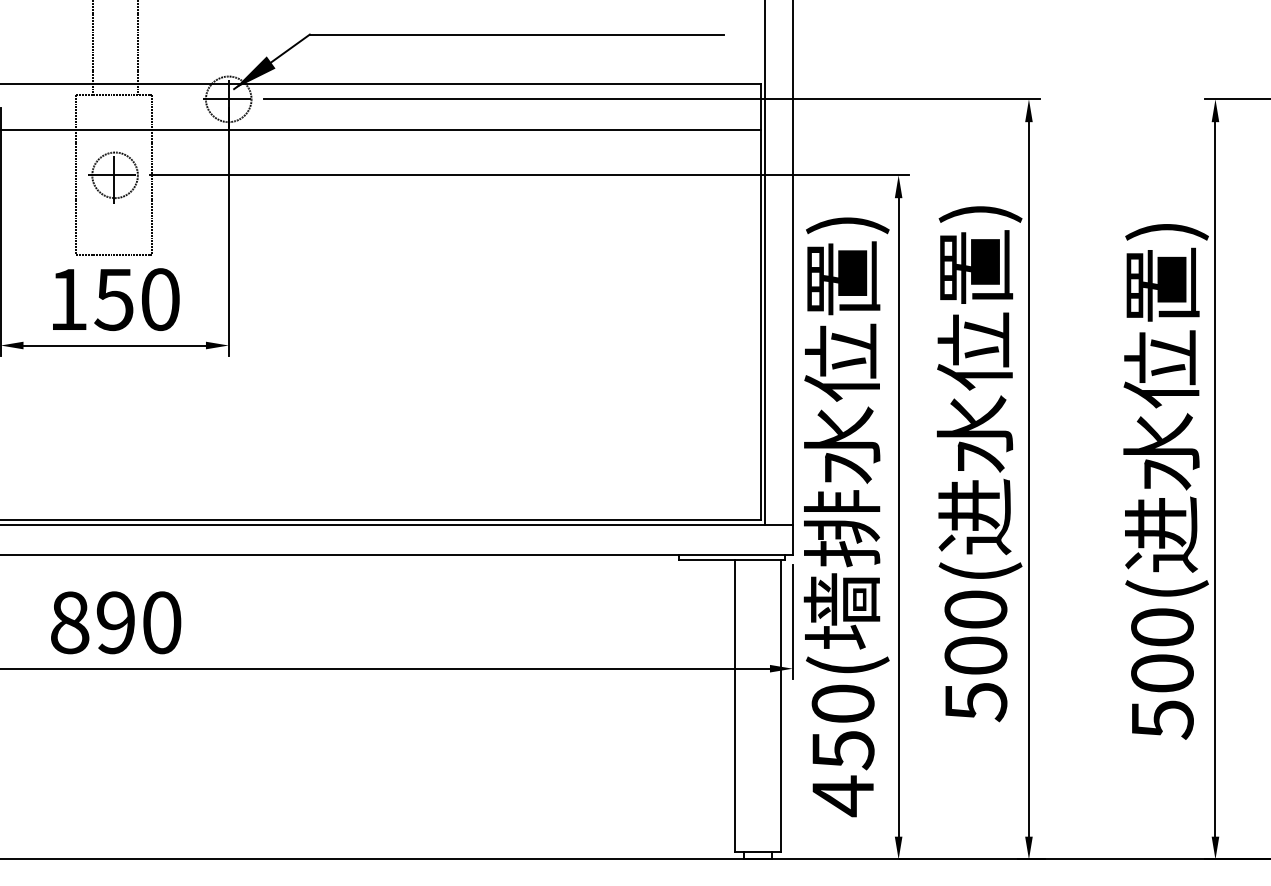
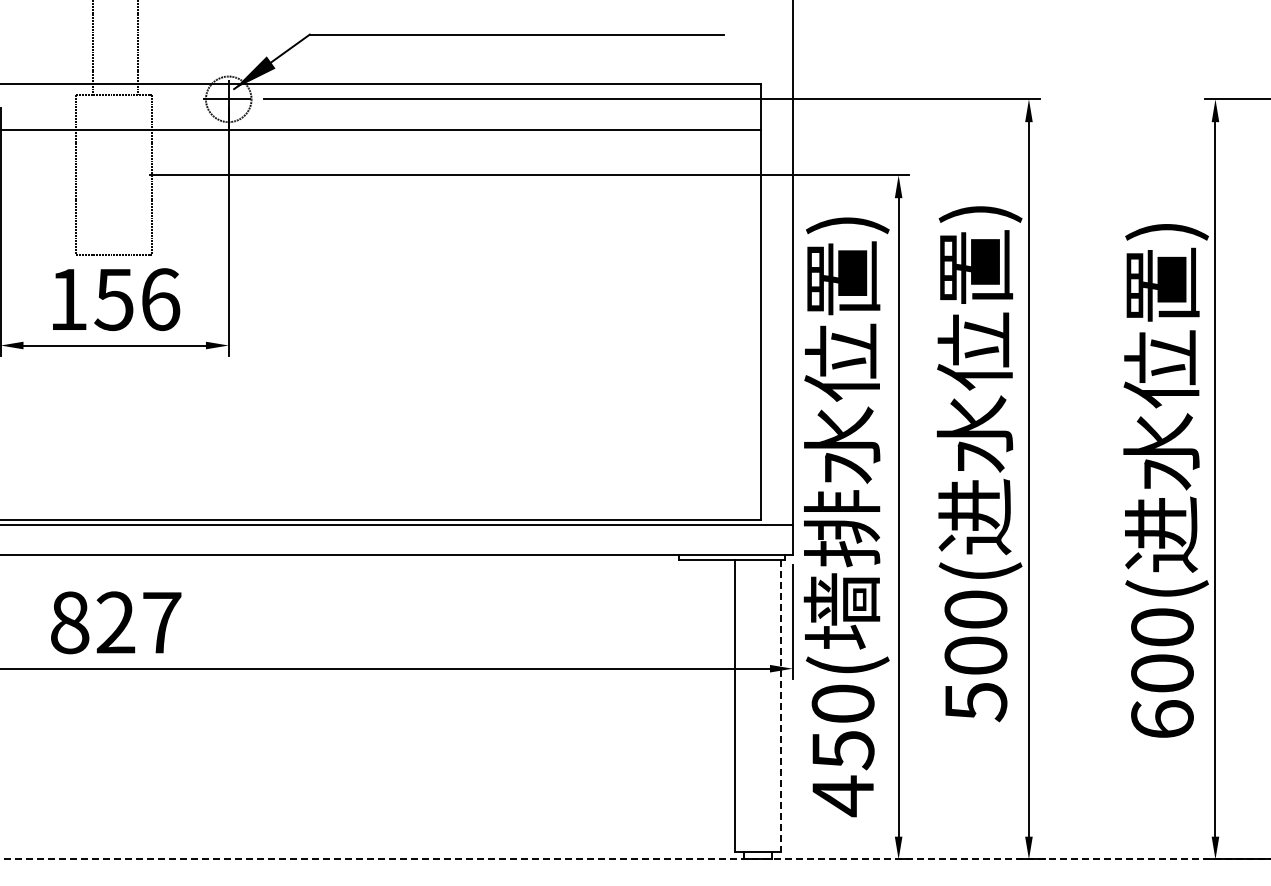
part at (113, 177): present -> none
line at (765, 263): present -> none
text at (161, 299): 150 -> 156
text at (138, 622): 890 -> 827
line at (780, 705): solid -> dashed
text at (1162, 719): 500( -> 600(
line at (635, 859): solid -> dashed
